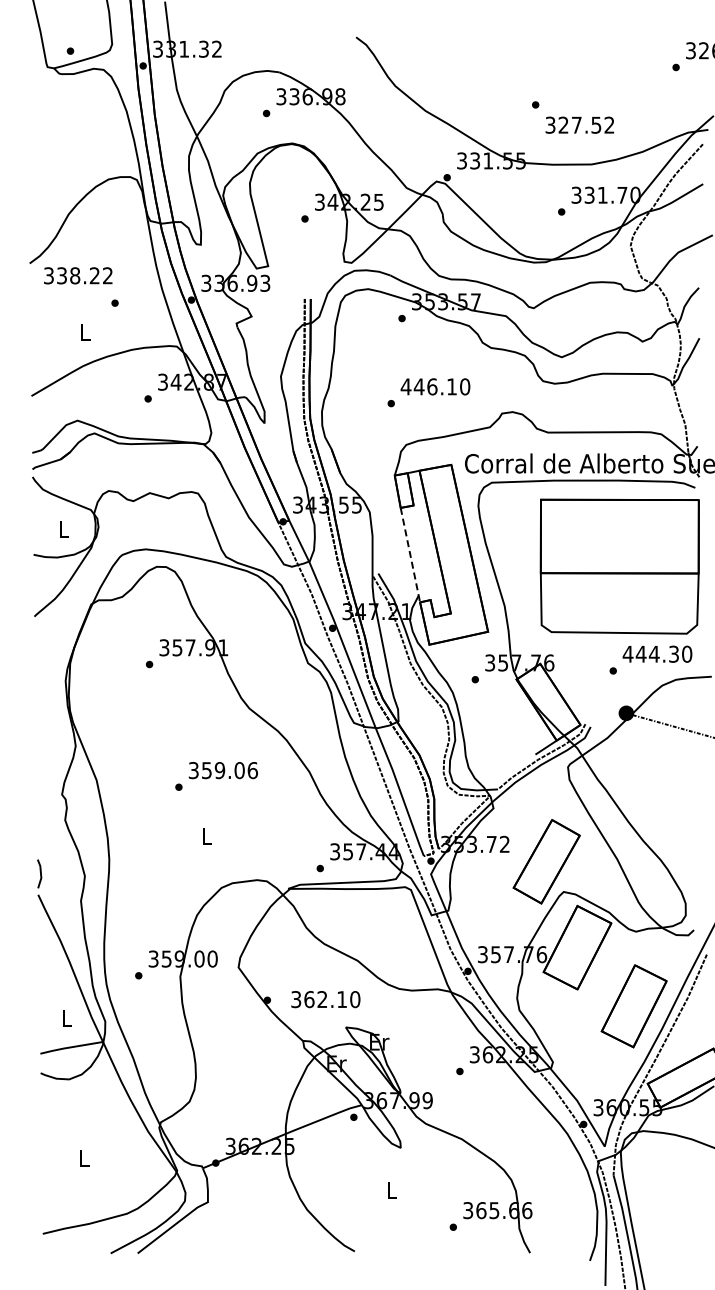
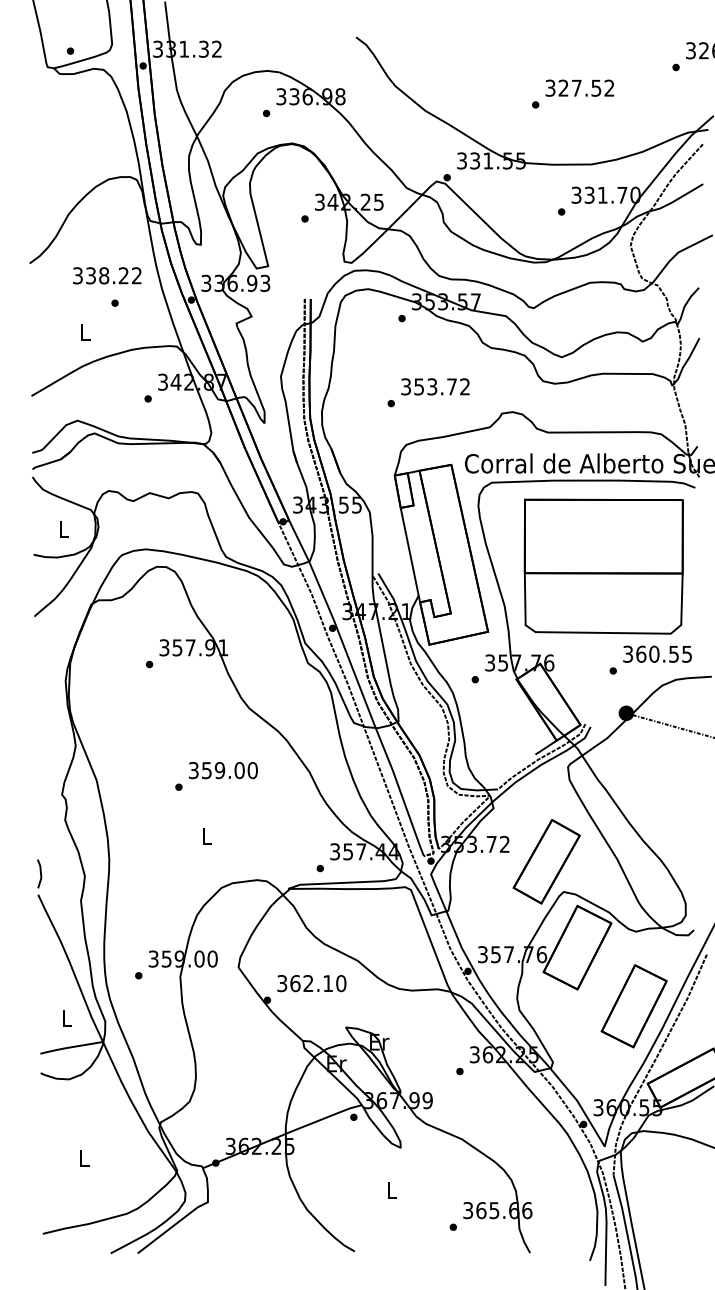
text at (579, 124) position: (579, 124) -> (579, 87)
text at (78, 275) position: (78, 275) -> (107, 275)
text at (435, 386): 446.10 -> 353.72
line at (410, 555): dashed -> solid
part at (619, 566) position: (619, 566) -> (603, 566)
text at (657, 653): 444.30 -> 360.55
text at (252, 770): 359.06 -> 359.00
text at (325, 999) position: (325, 999) -> (311, 983)
